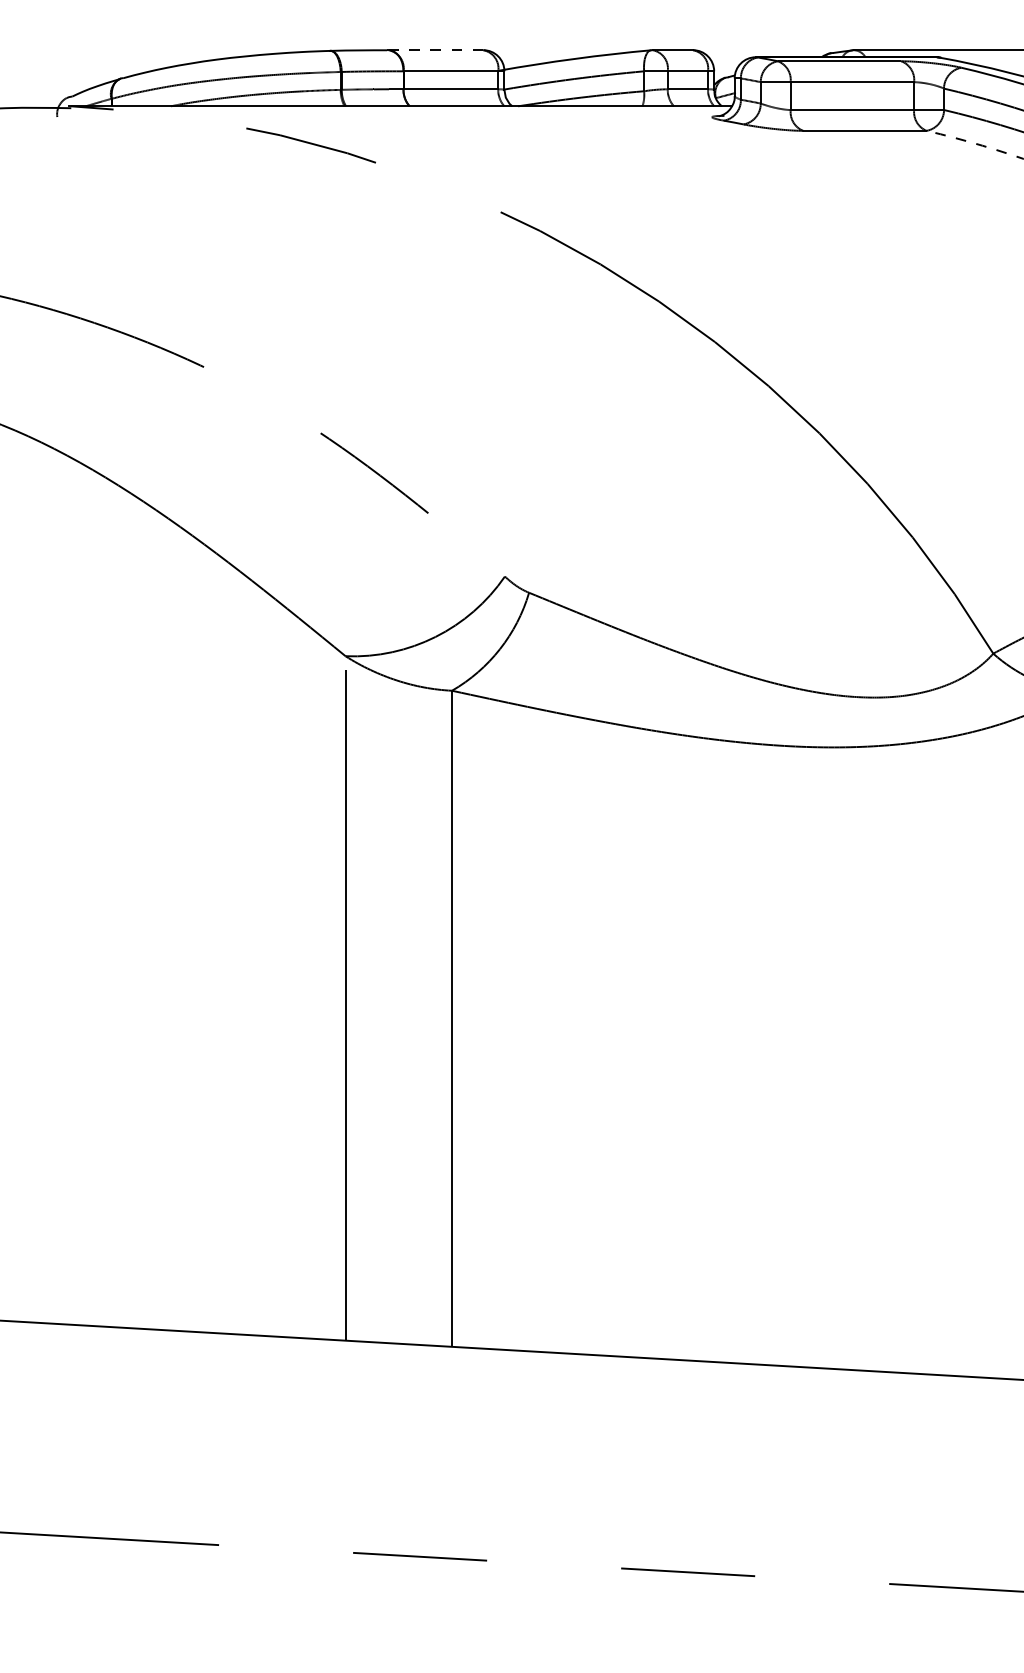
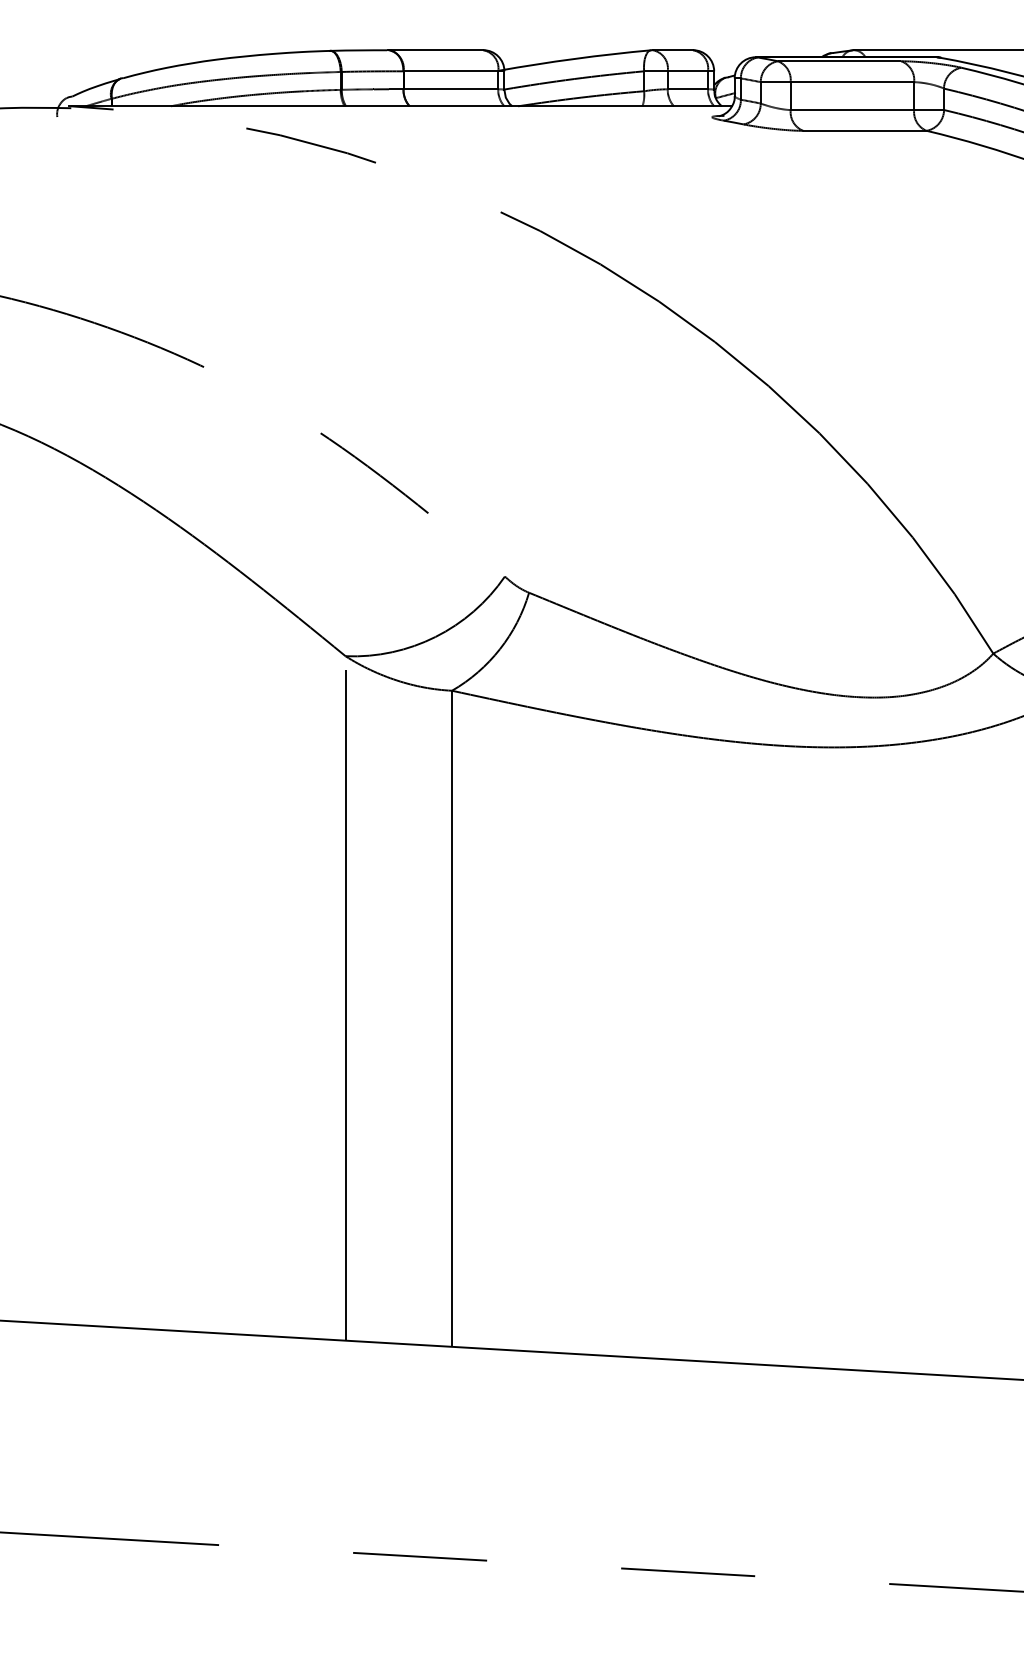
line at (435, 50): dashed -> solid
arc at (975, 143): dashed -> solid
